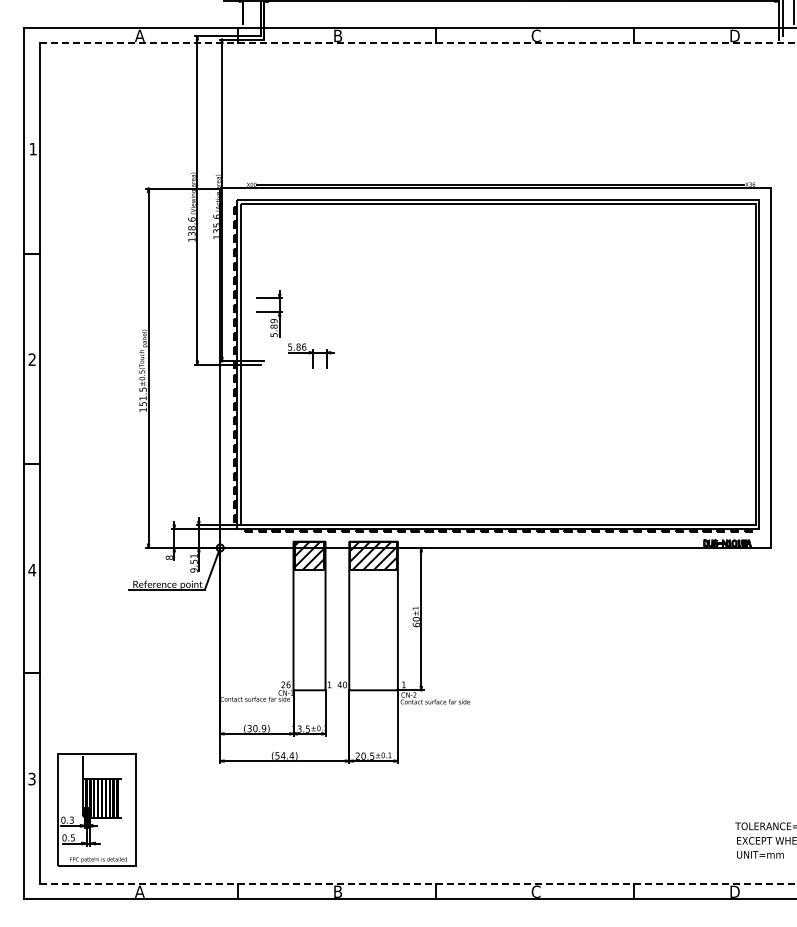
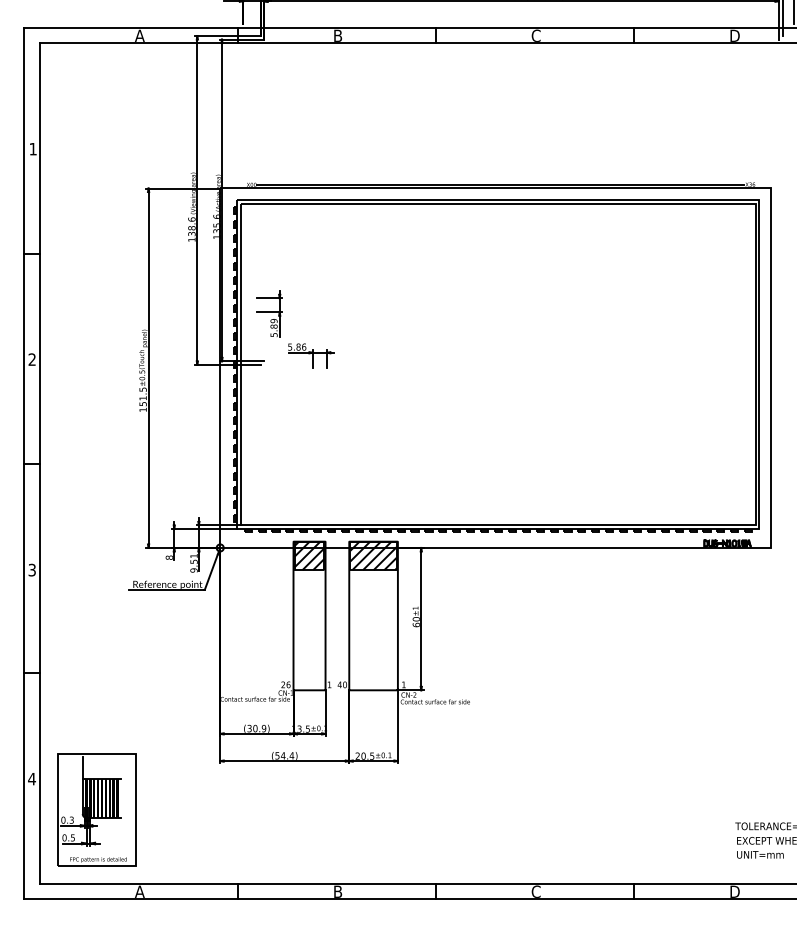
line at (418, 43): dashed -> solid
text at (32, 569): 4 -> 3
text at (31, 778): 3 -> 4
line at (418, 883): dashed -> solid
